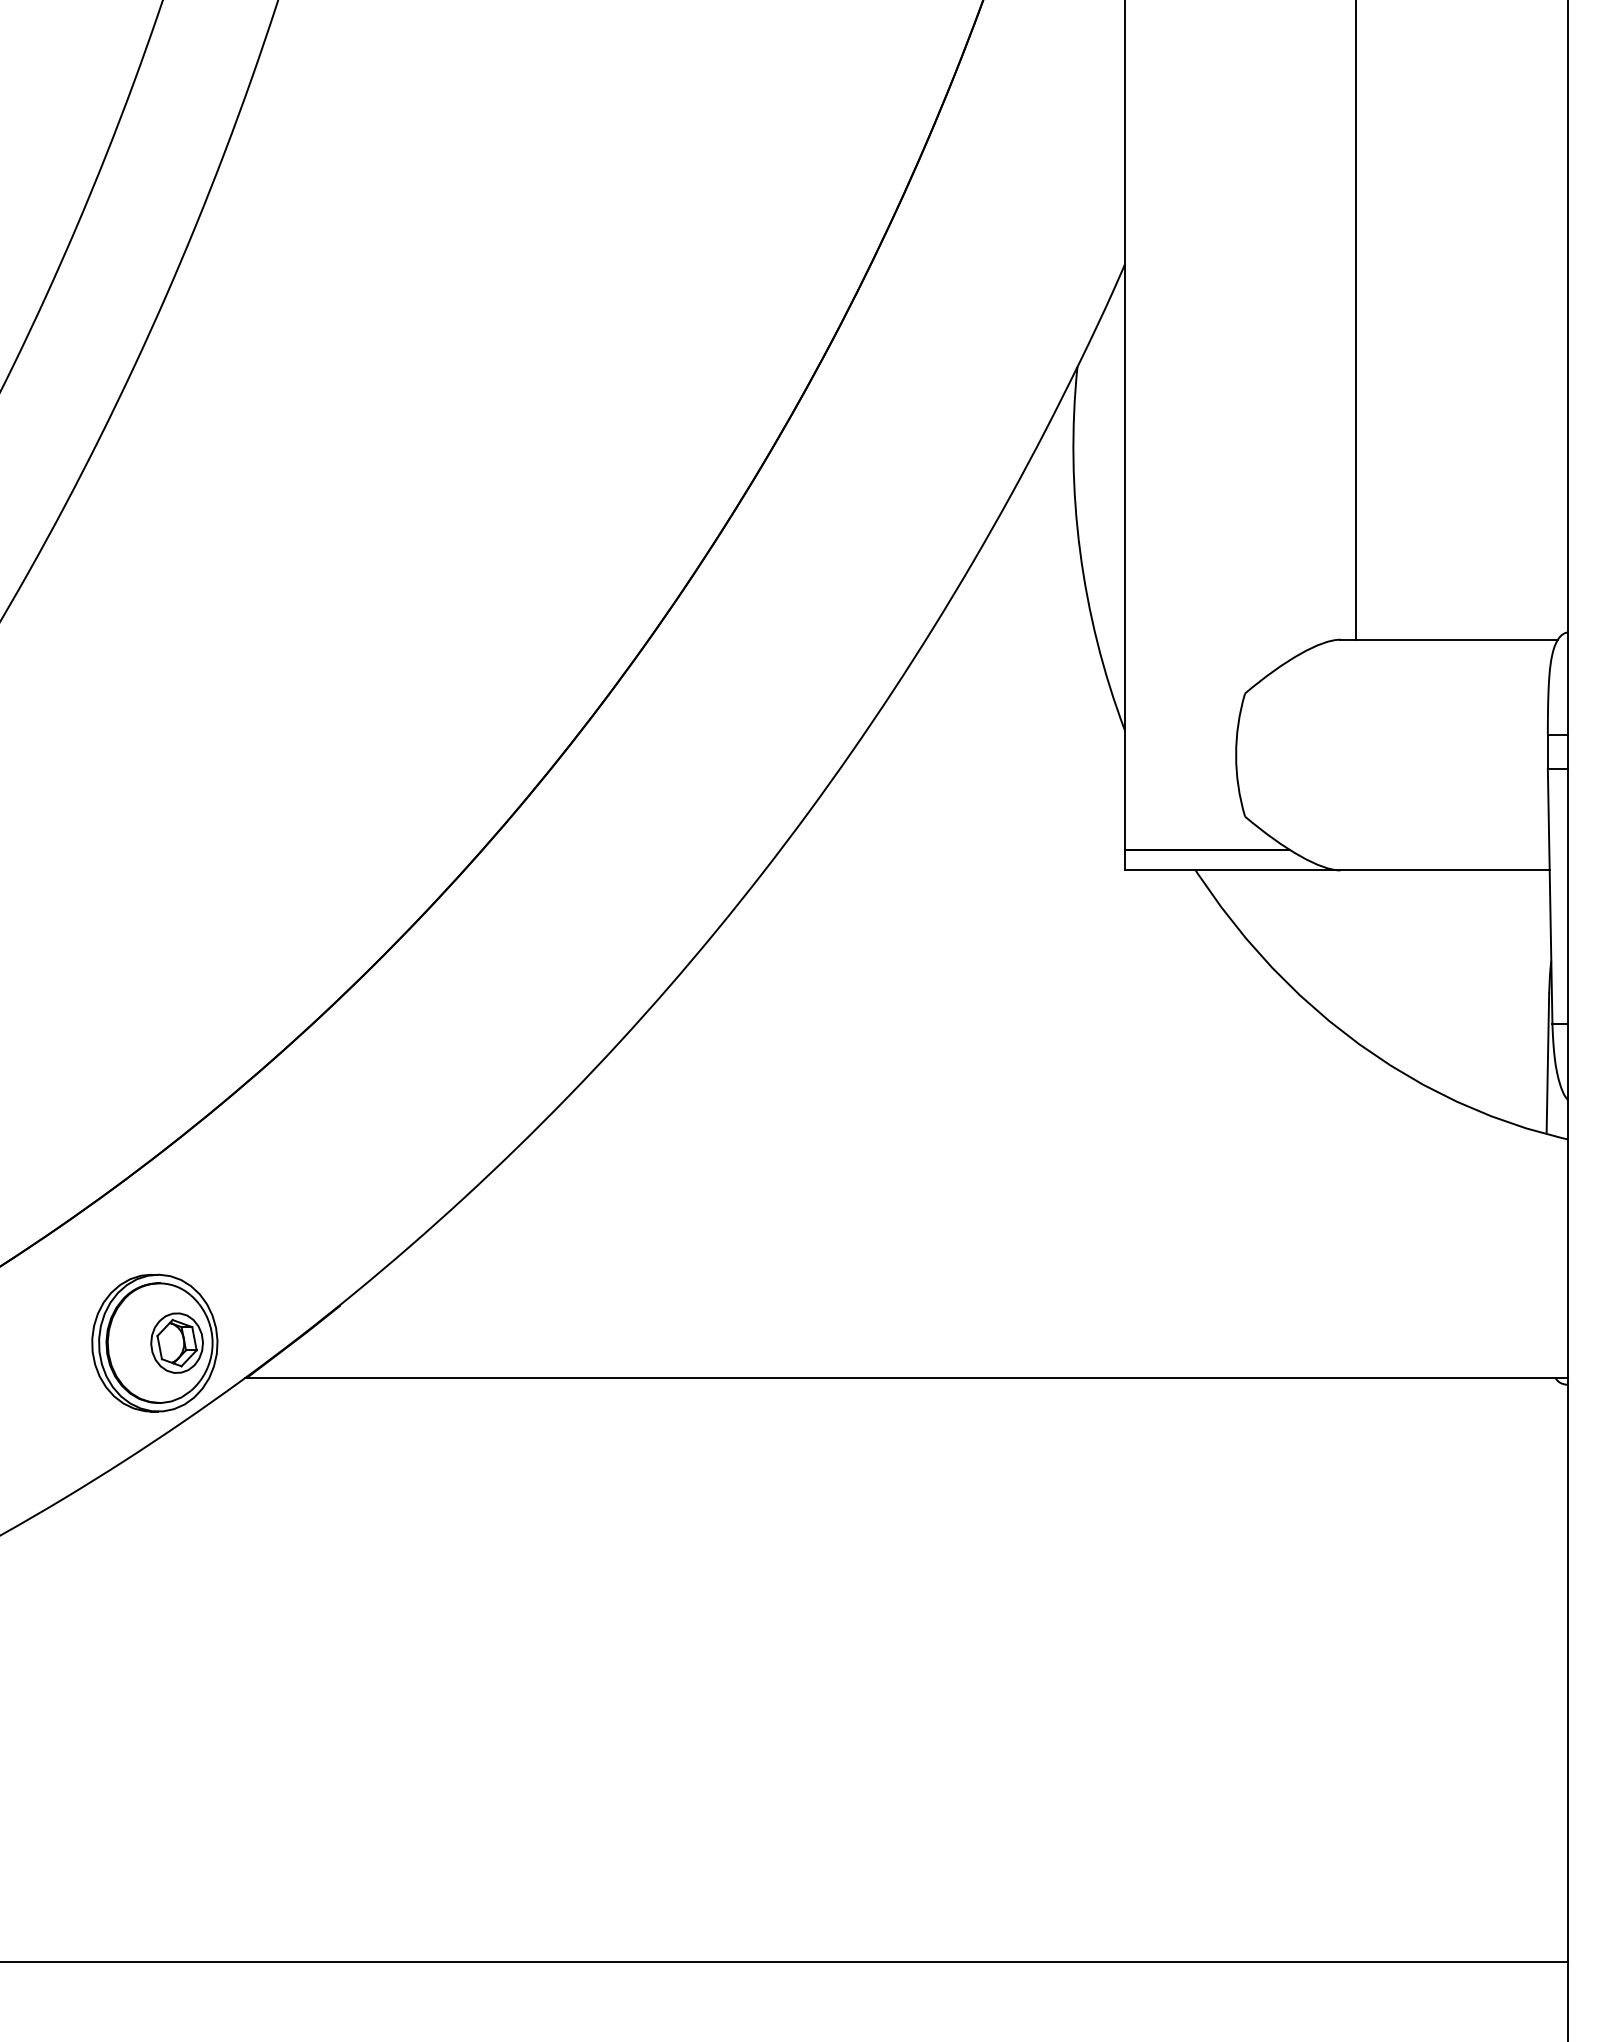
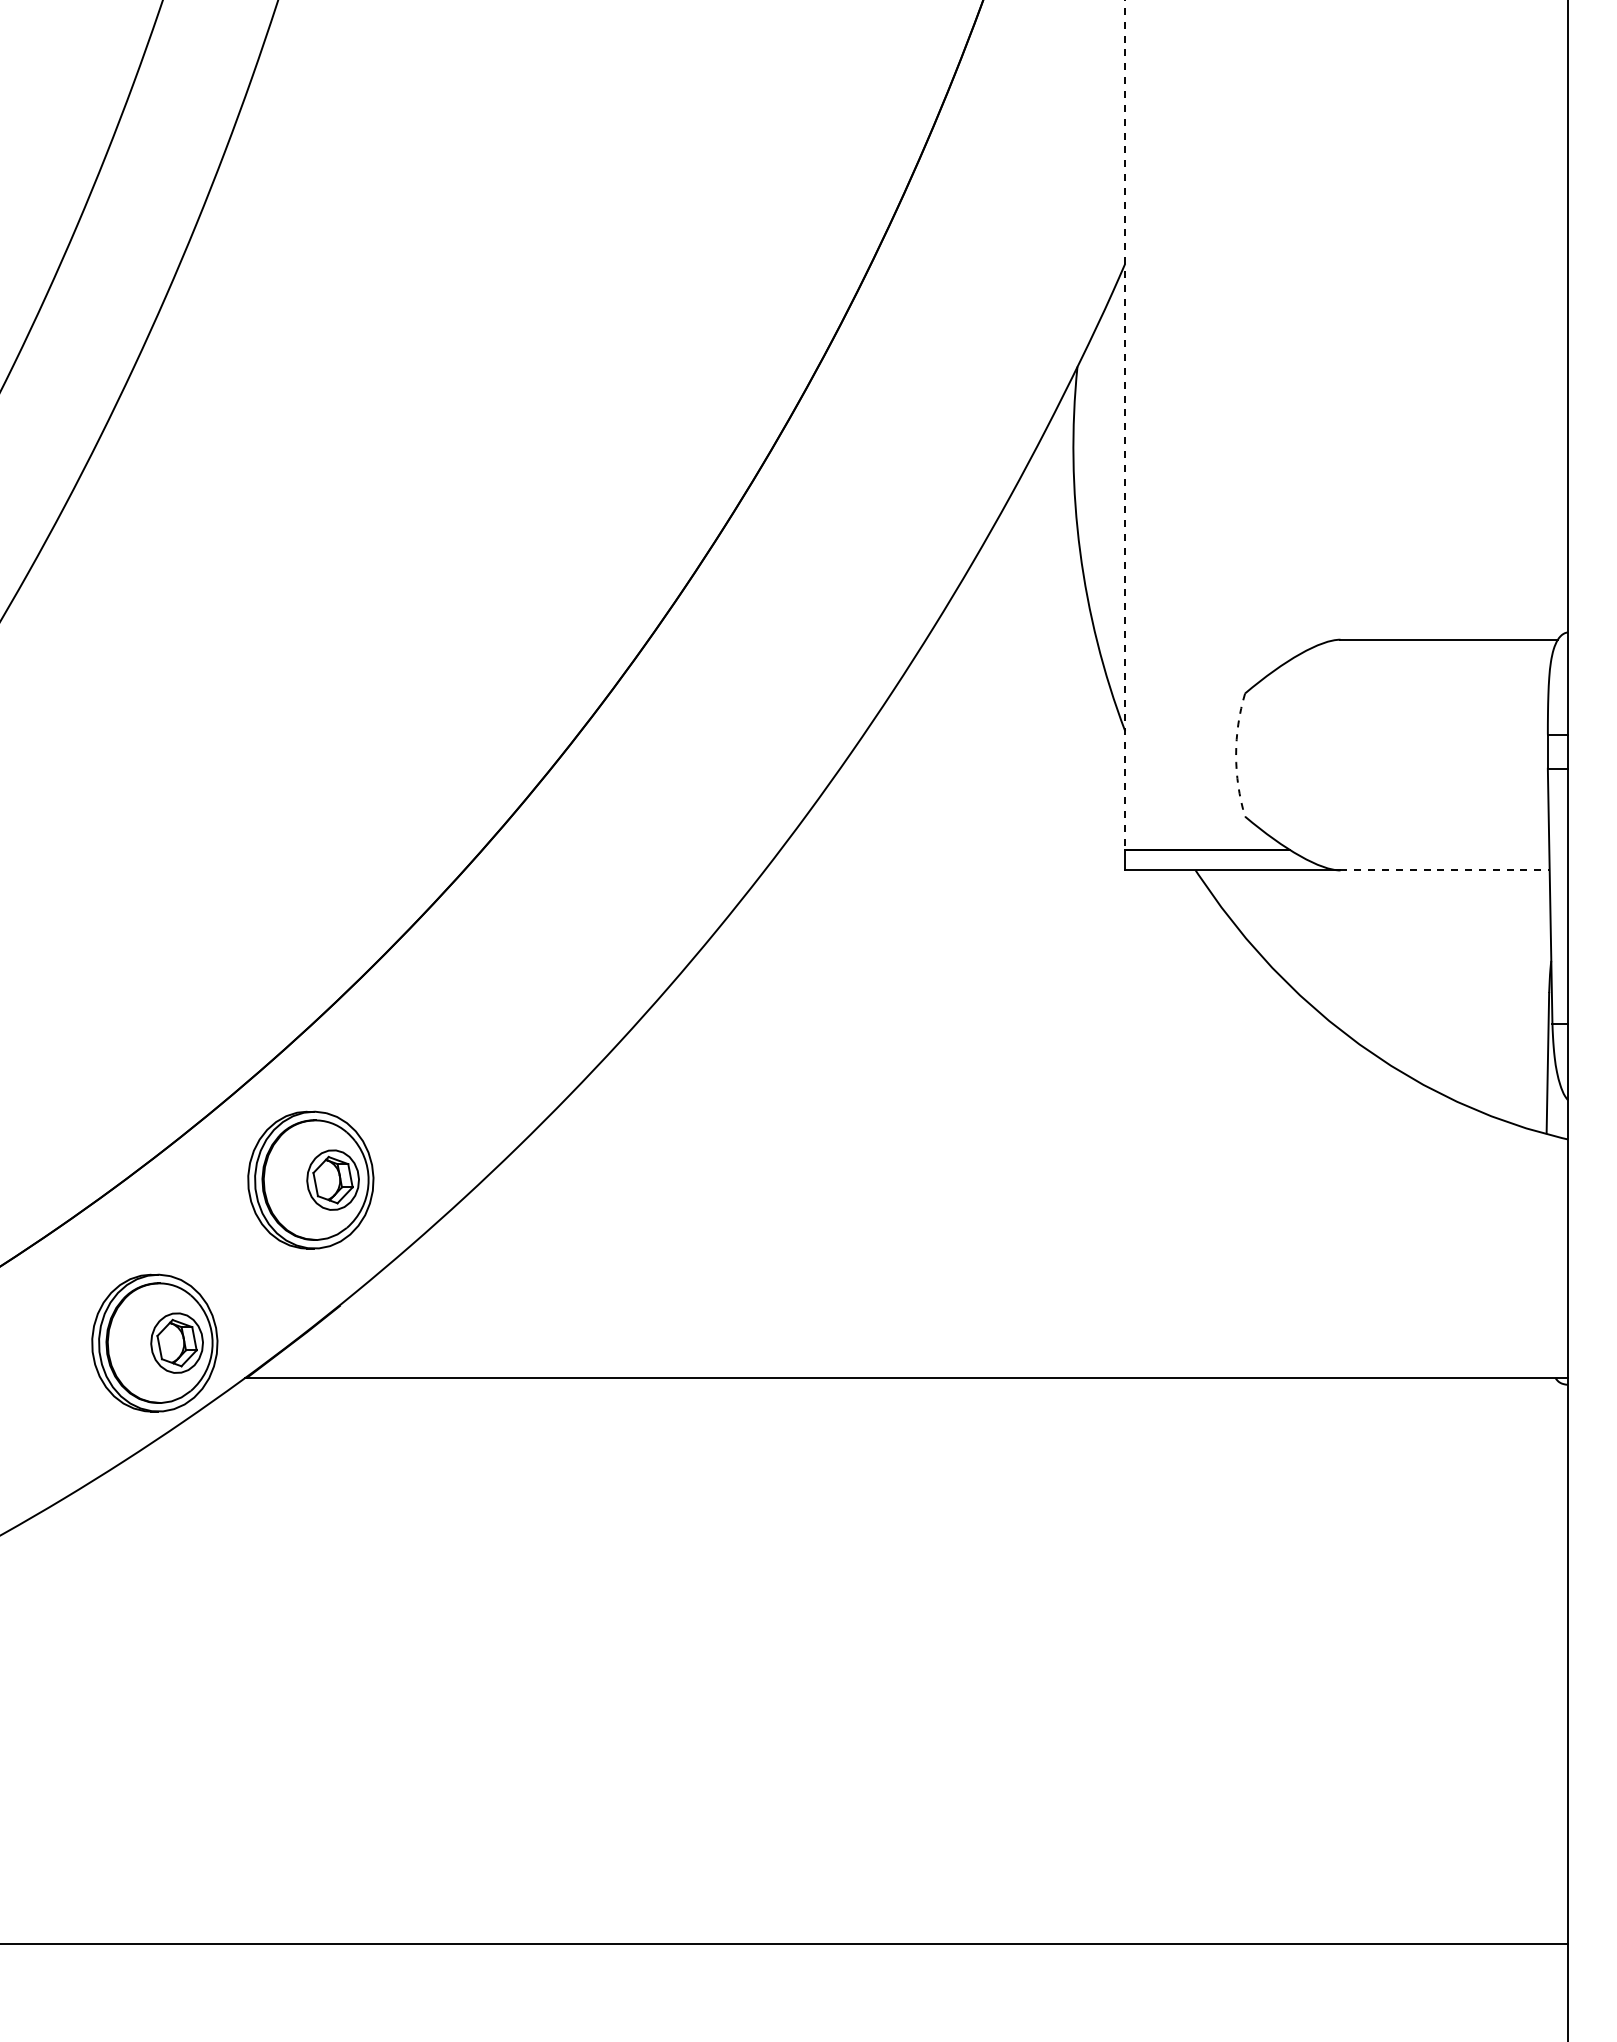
line at (1355, 320): present -> none
line at (1125, 425): solid -> dashed
arc at (1236, 755): solid -> dashed
line at (1445, 870): solid -> dashed
part at (310, 1179): none -> present
line at (784, 1961) position: (784, 1961) -> (784, 1943)
